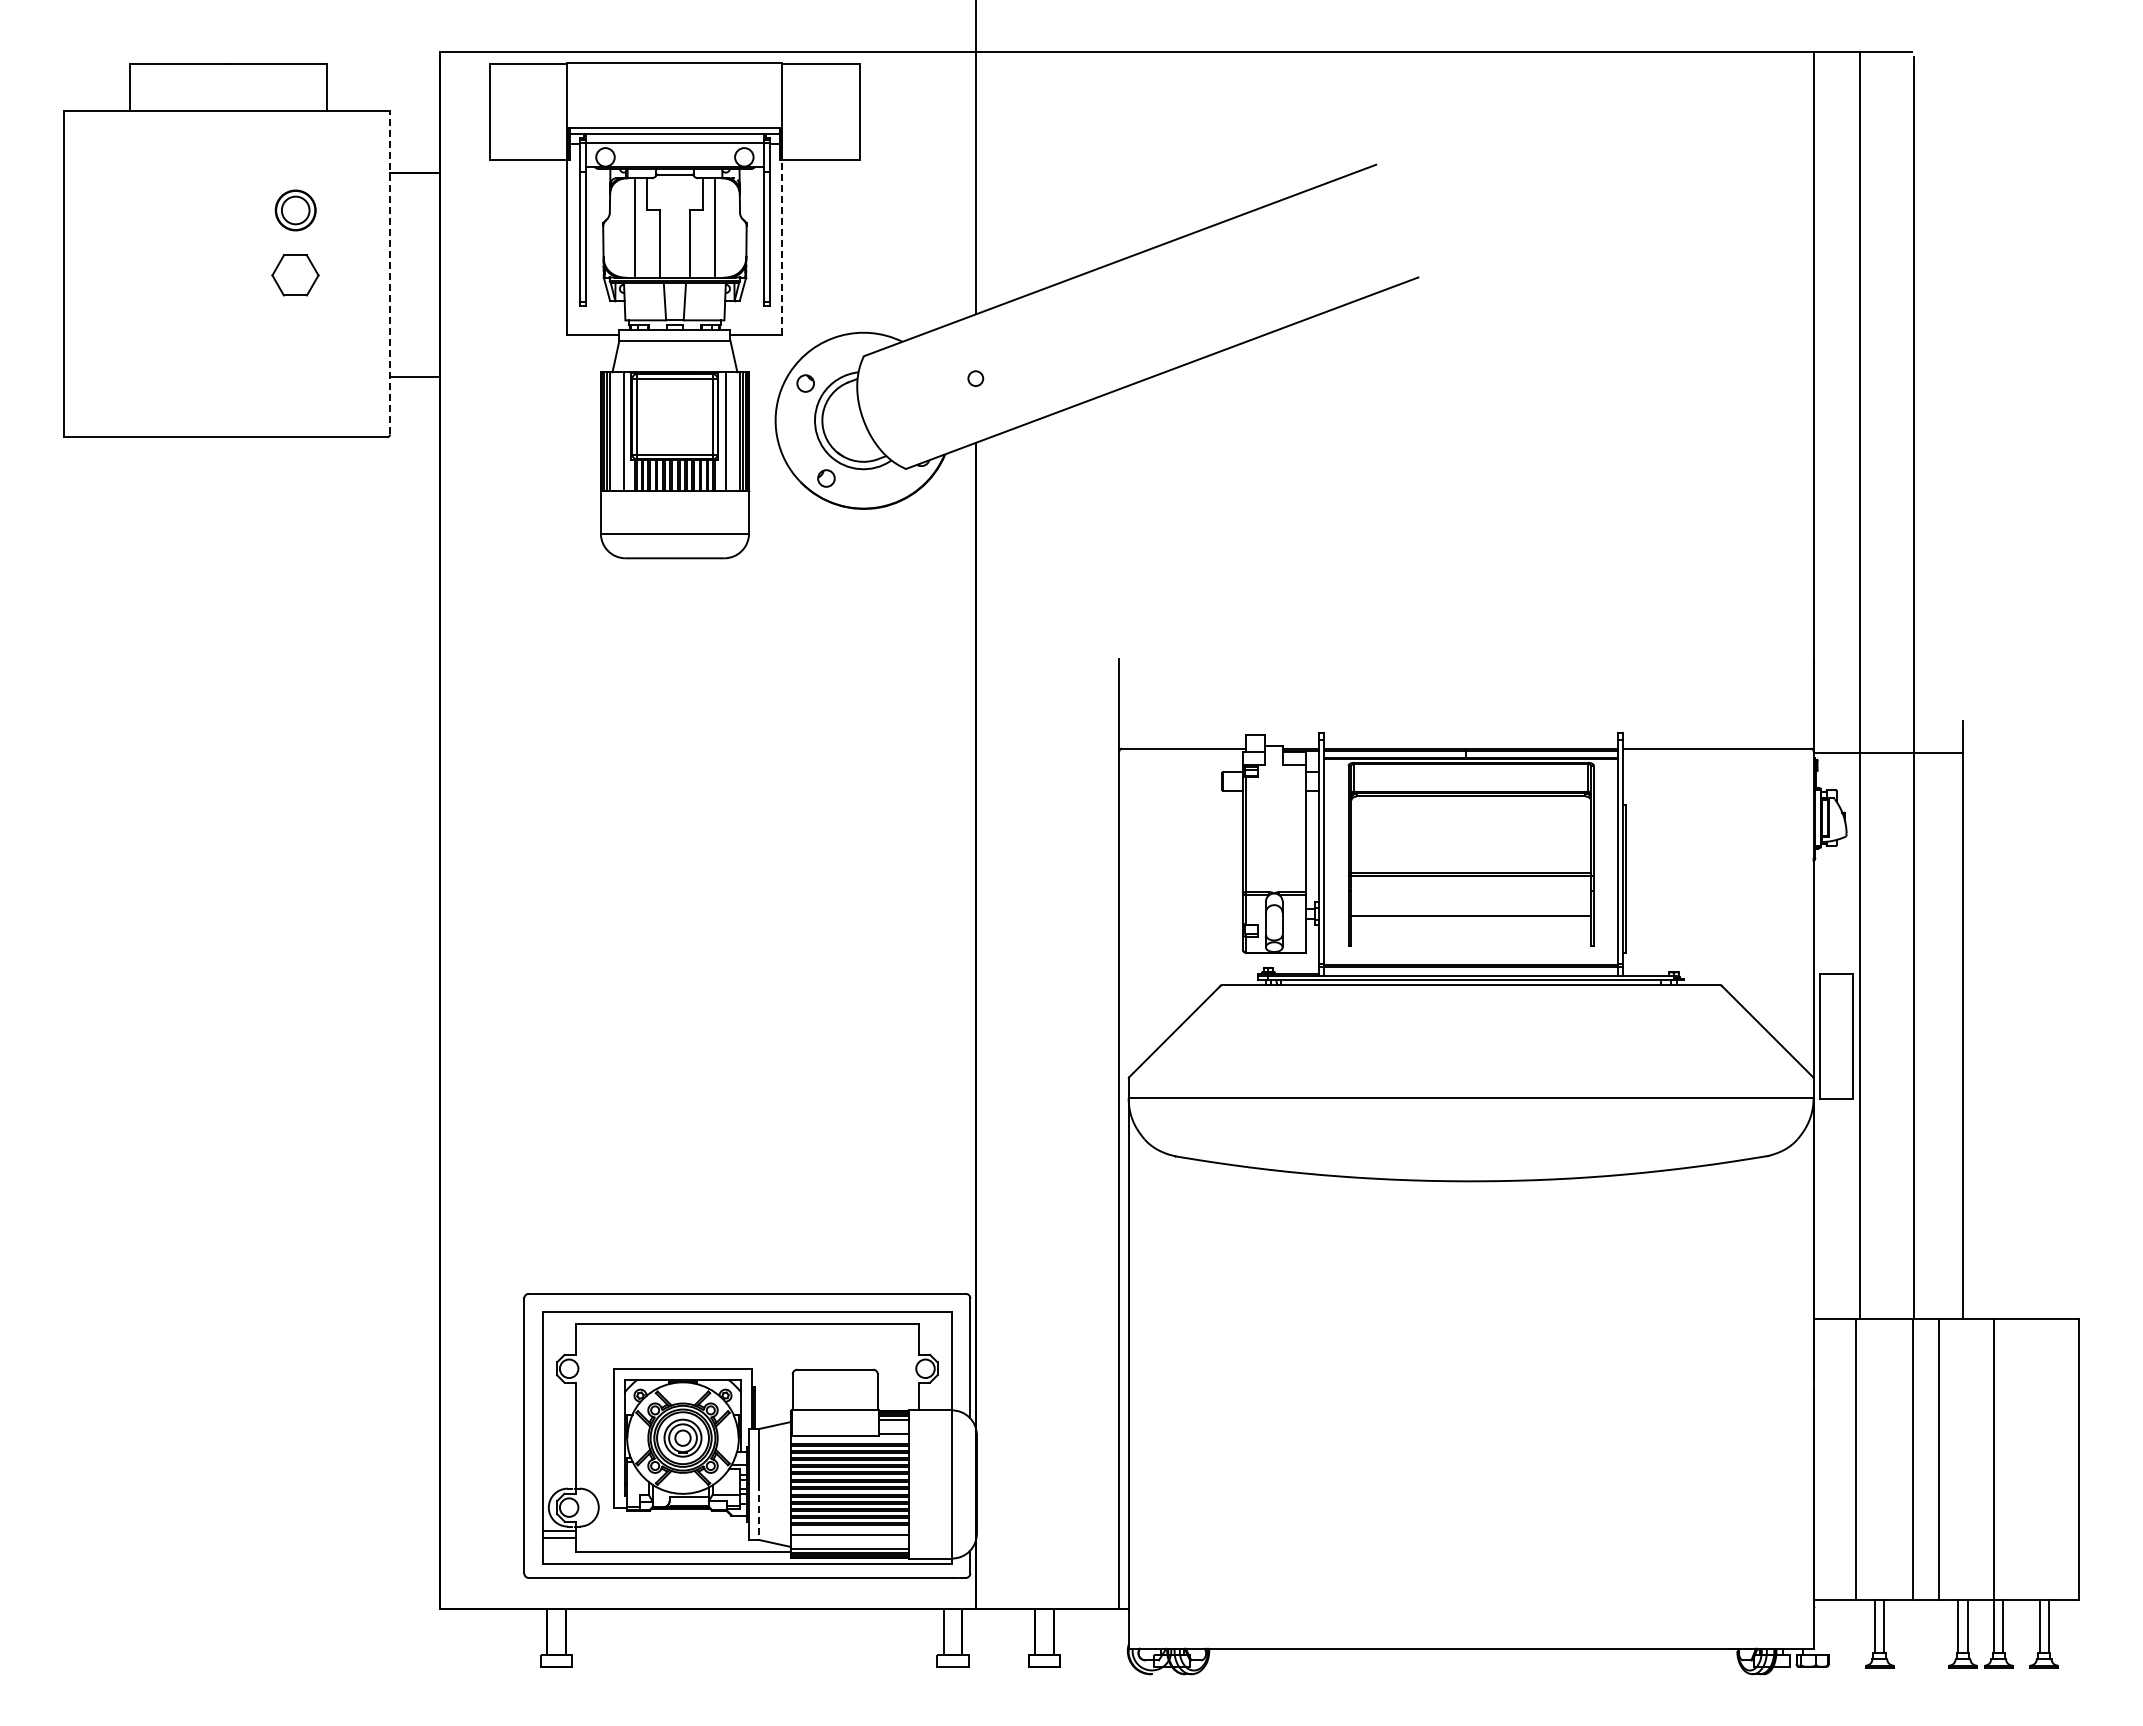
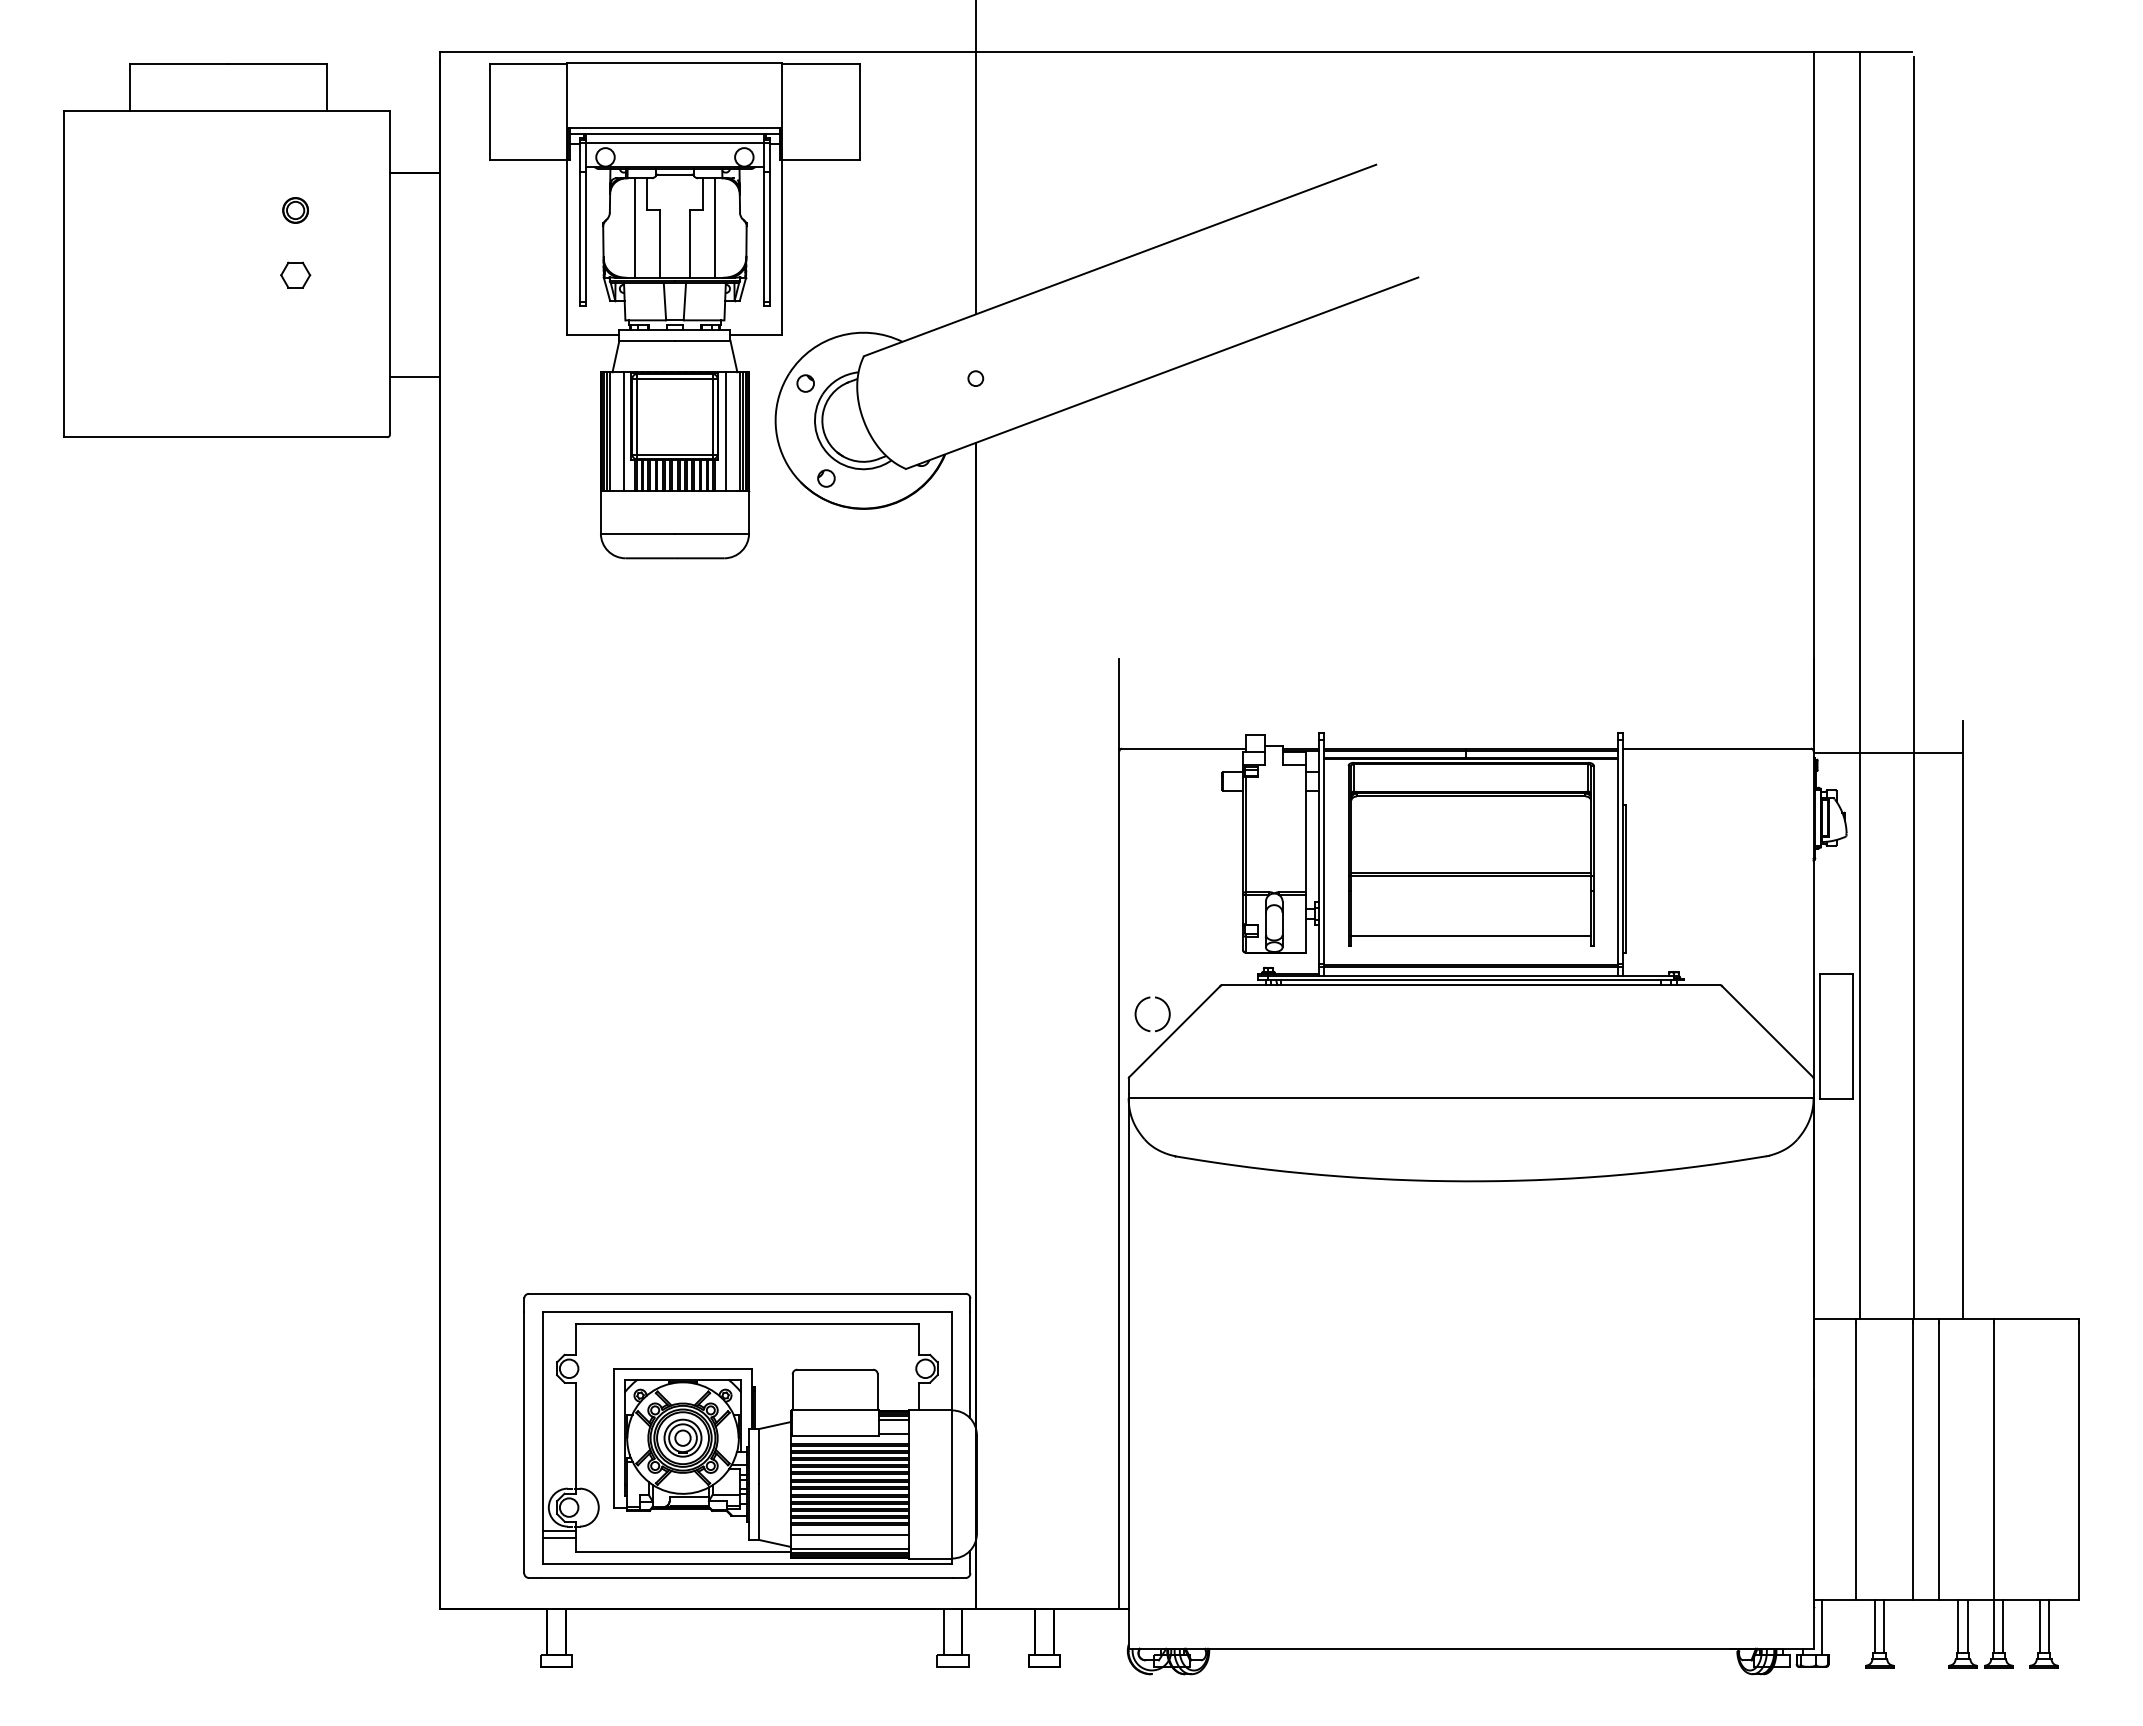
part at (295, 210) size: 43x43 px -> 27x27 px
line at (781, 247): dashed -> solid
line at (390, 272): dashed -> solid
part at (295, 275) size: 49x43 px -> 32x28 px
line at (1471, 915) position: (1471, 915) -> (1471, 935)
part at (1141, 1025): none -> present
line at (759, 1512): dashed -> solid
line at (1821, 1627): none -> present
